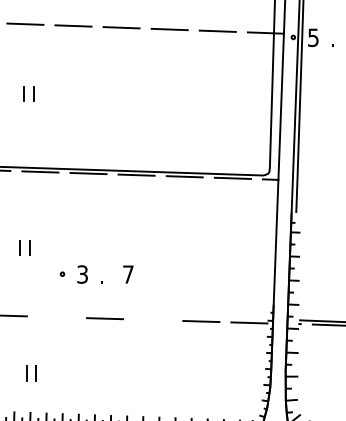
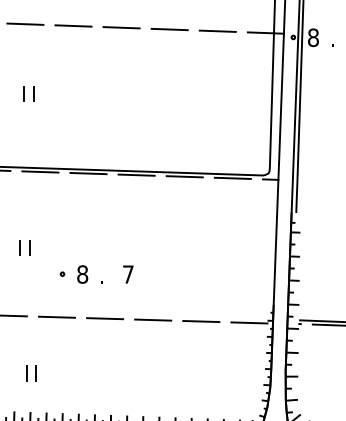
text at (313, 37): 5 -> 8
text at (82, 274): 3 -> 8
line at (56, 316): none -> present
line at (153, 319): none -> present
